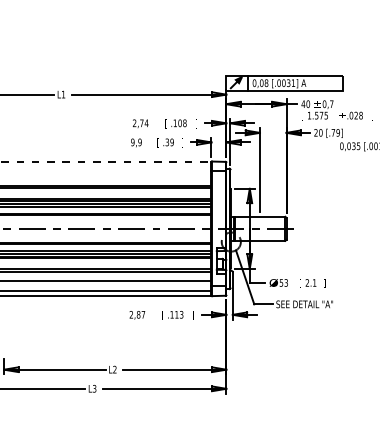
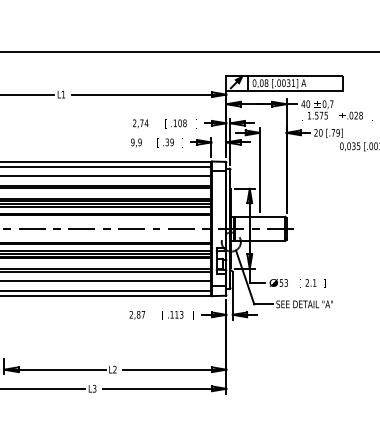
line at (189, 51): none -> present
line at (106, 161): dashed -> solid
line at (106, 166): none -> present
line at (106, 176): none -> present
